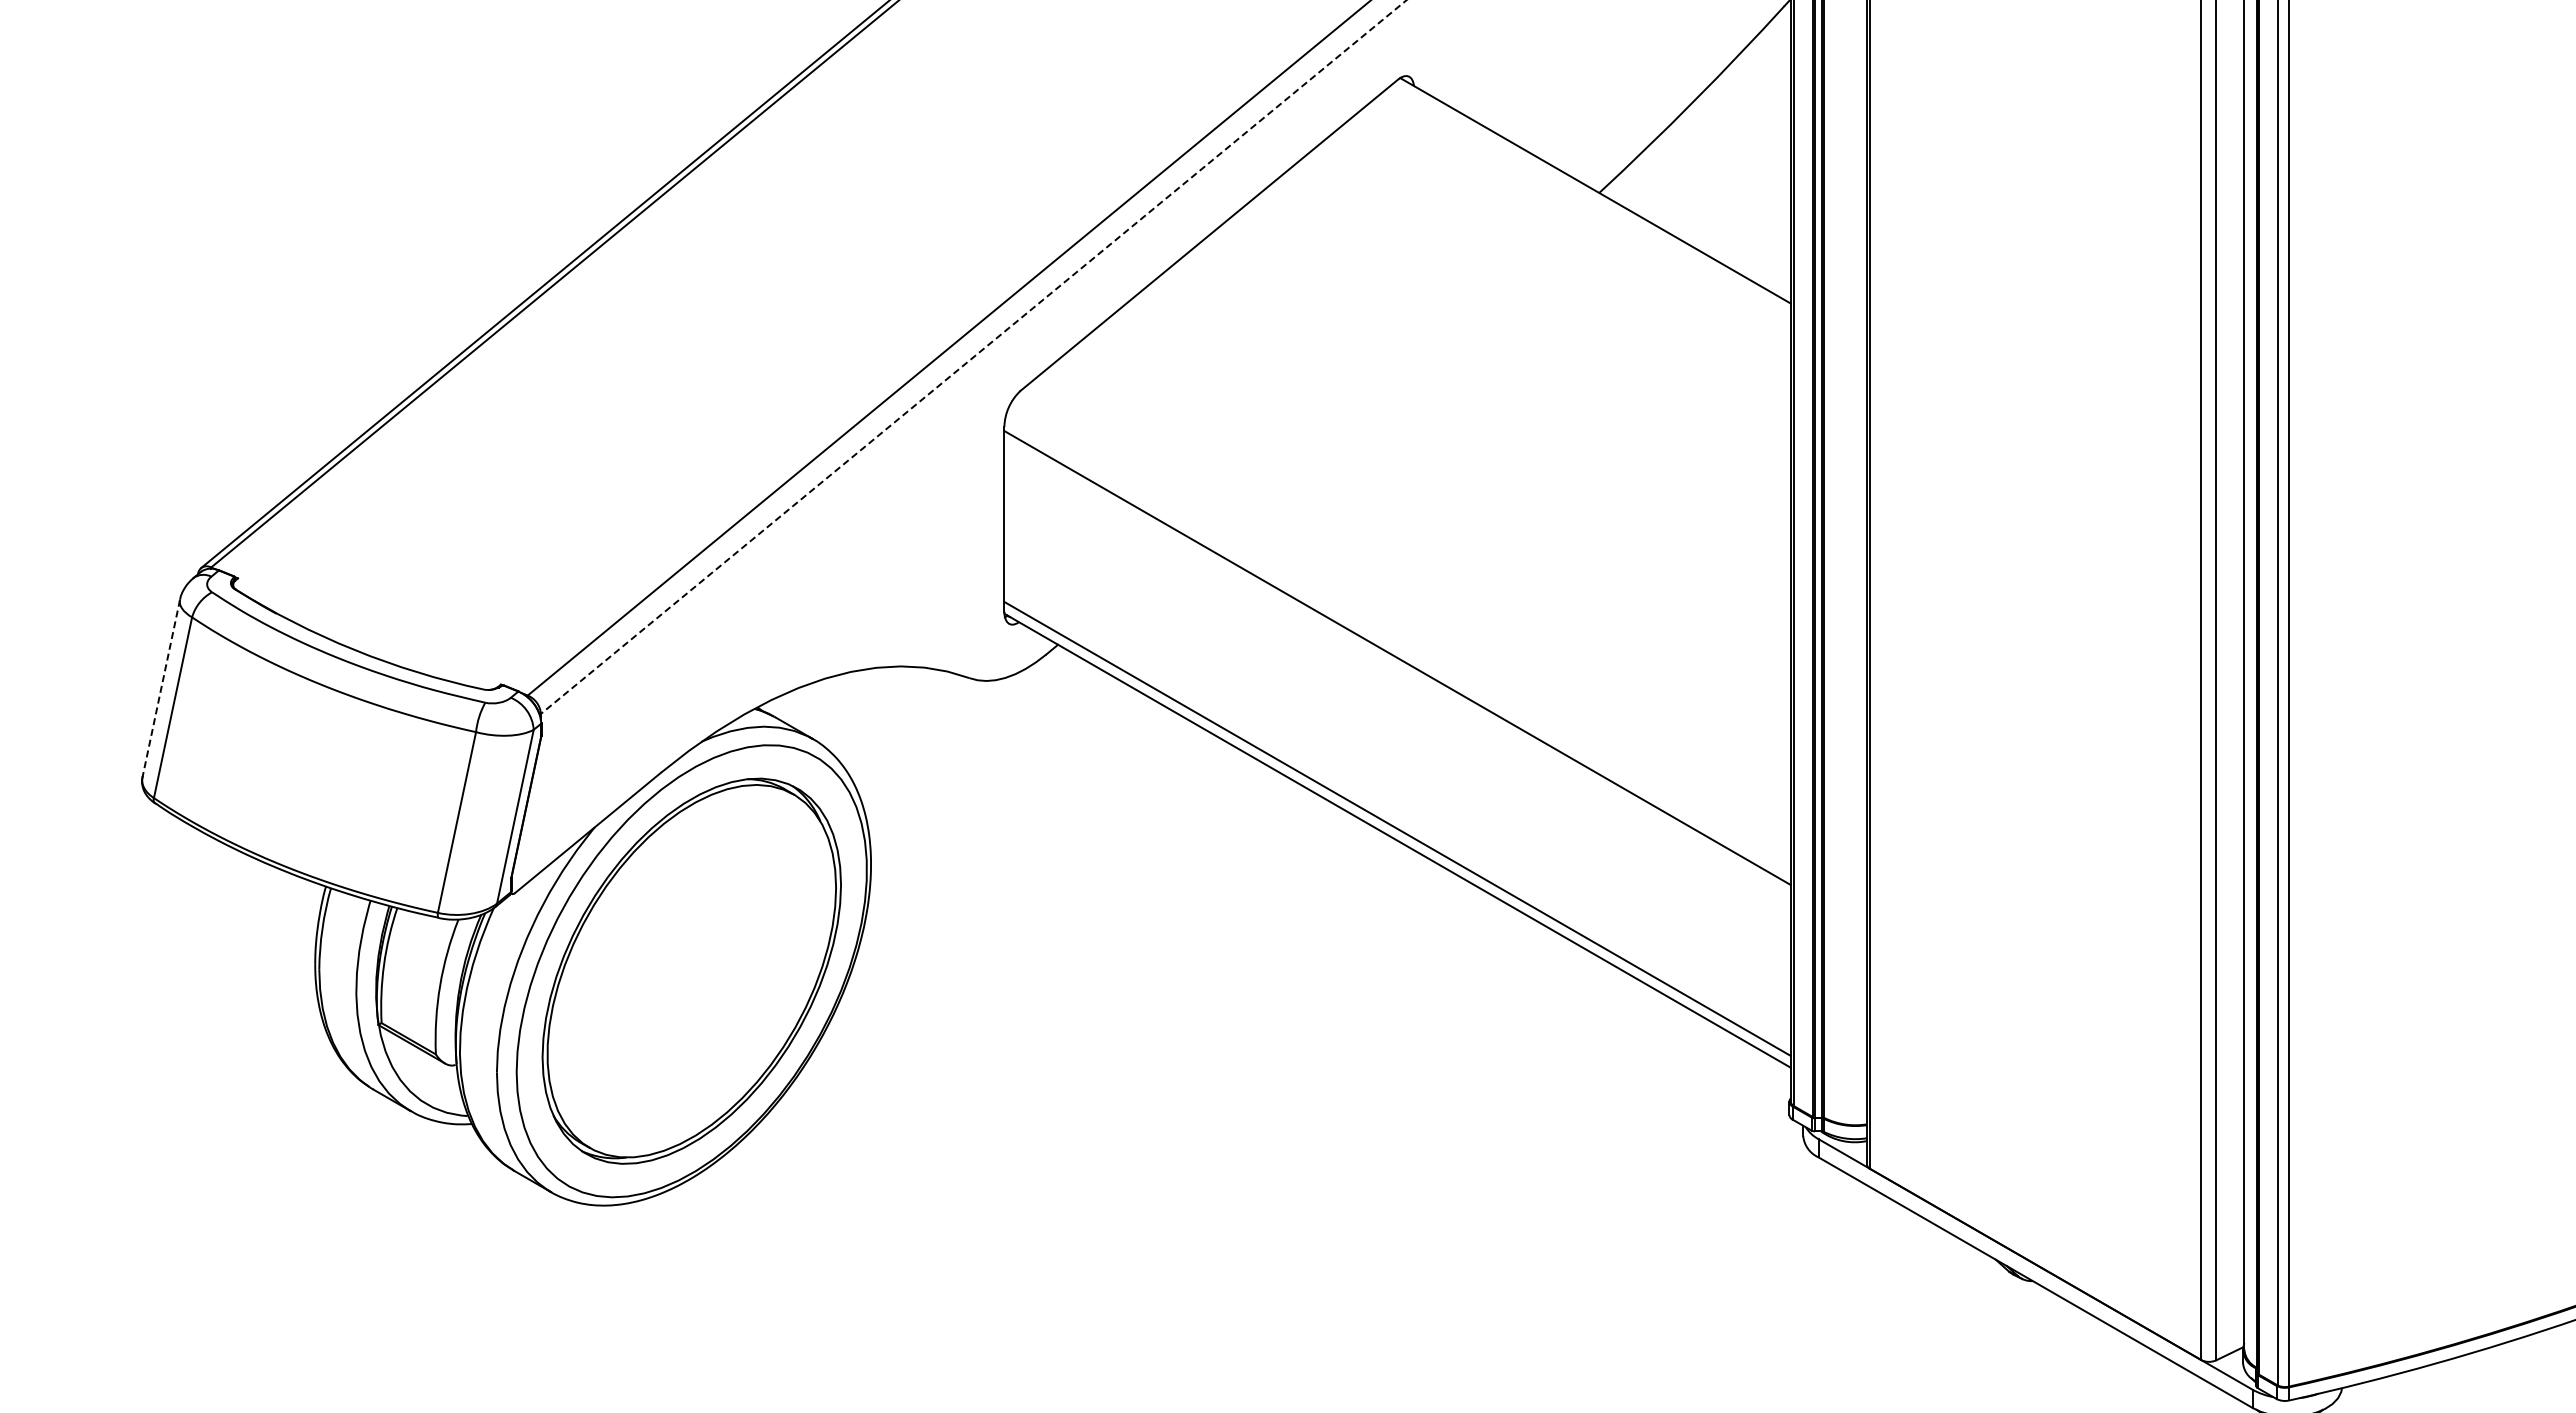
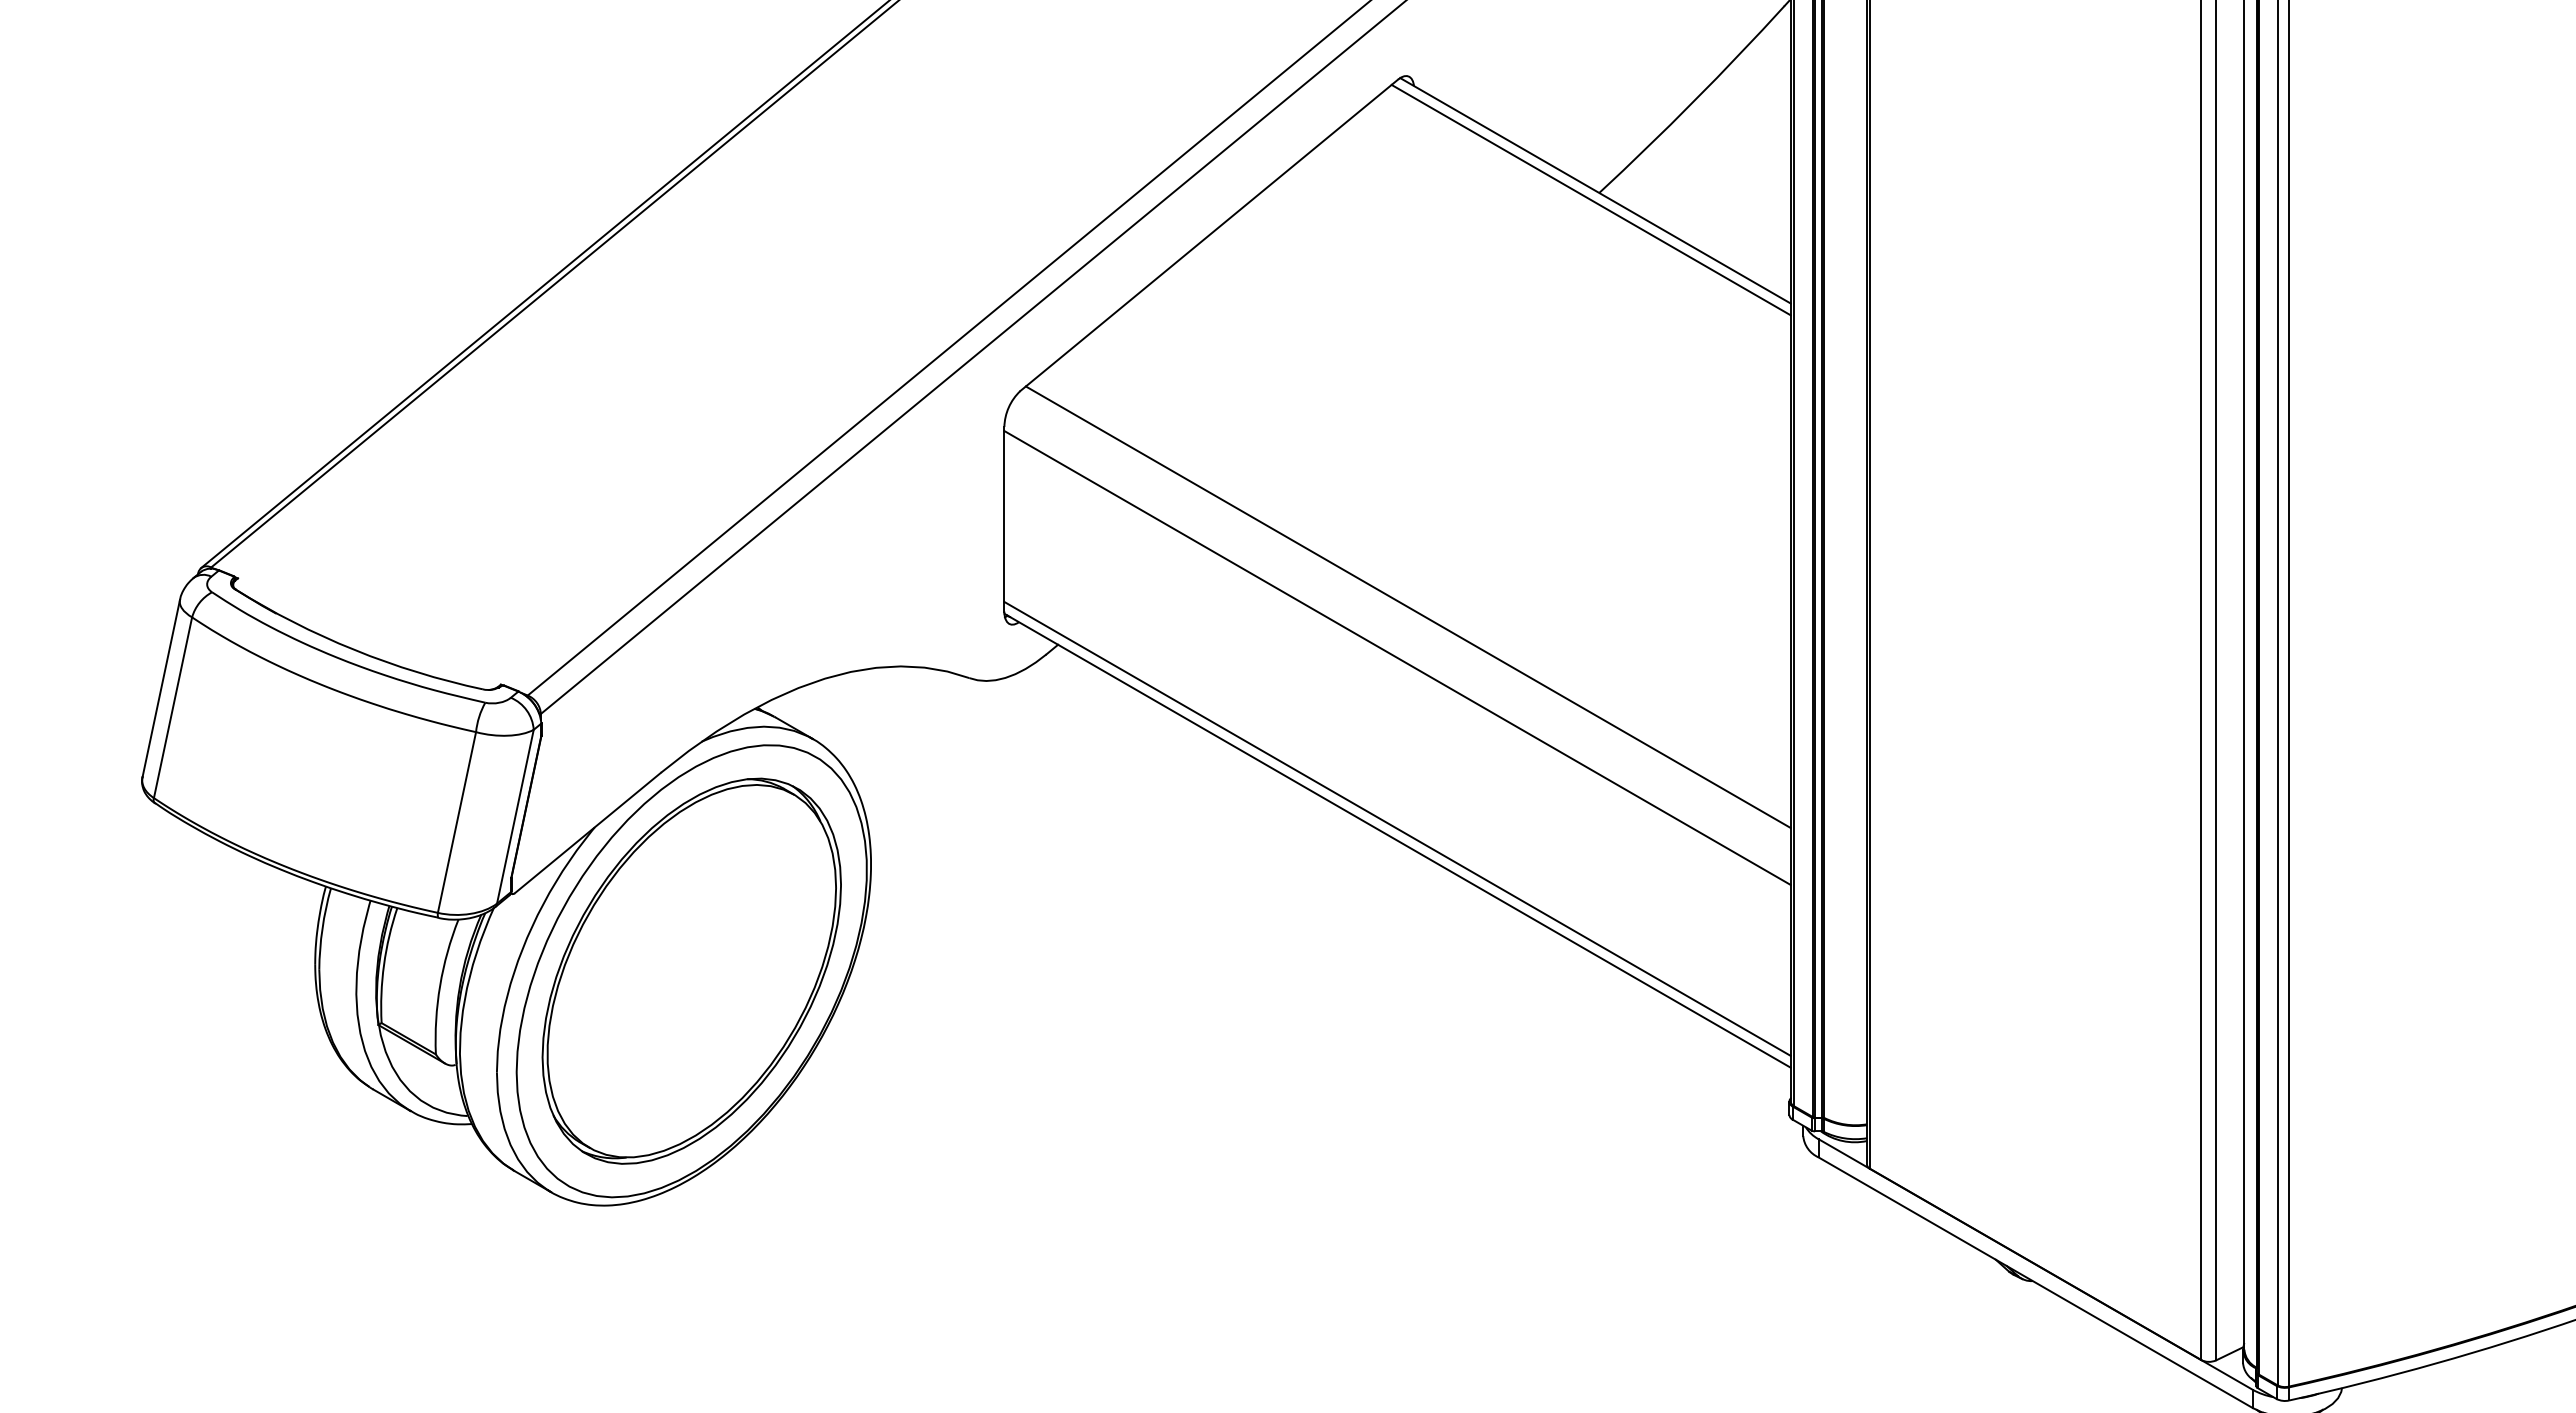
line at (1590, 199): none -> present
line at (973, 357): dashed -> solid
line at (1407, 607): none -> present
line at (161, 688): dashed -> solid
